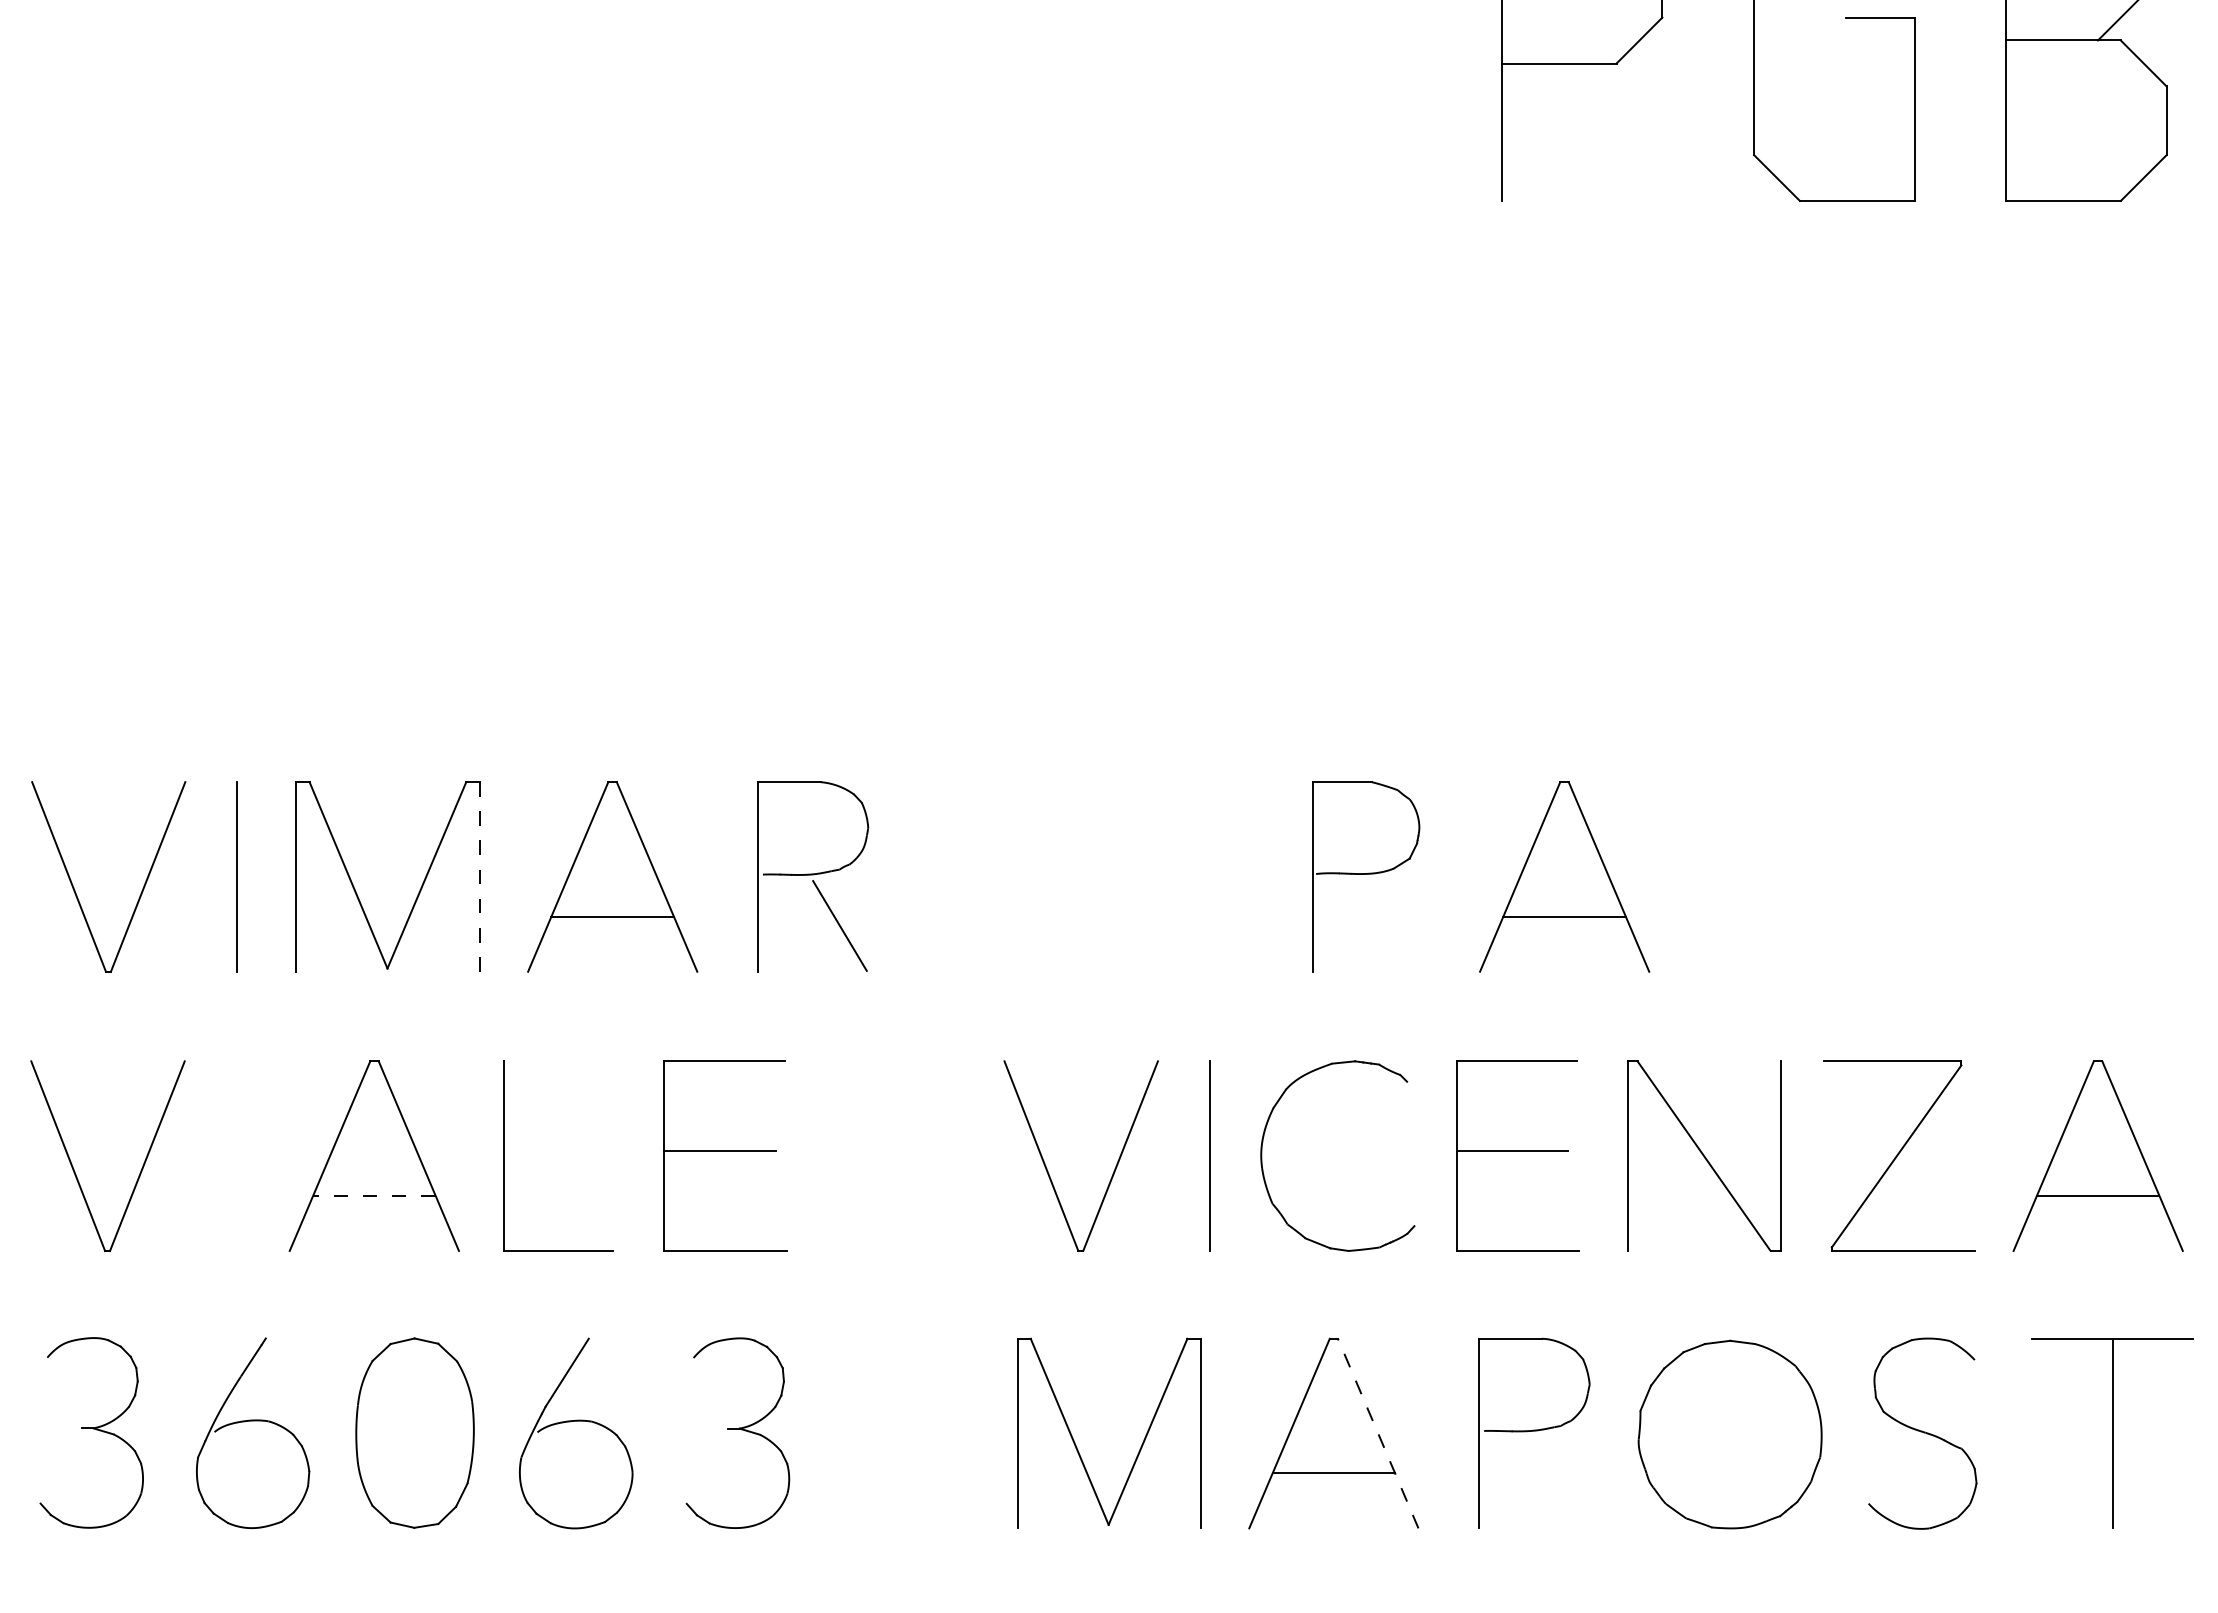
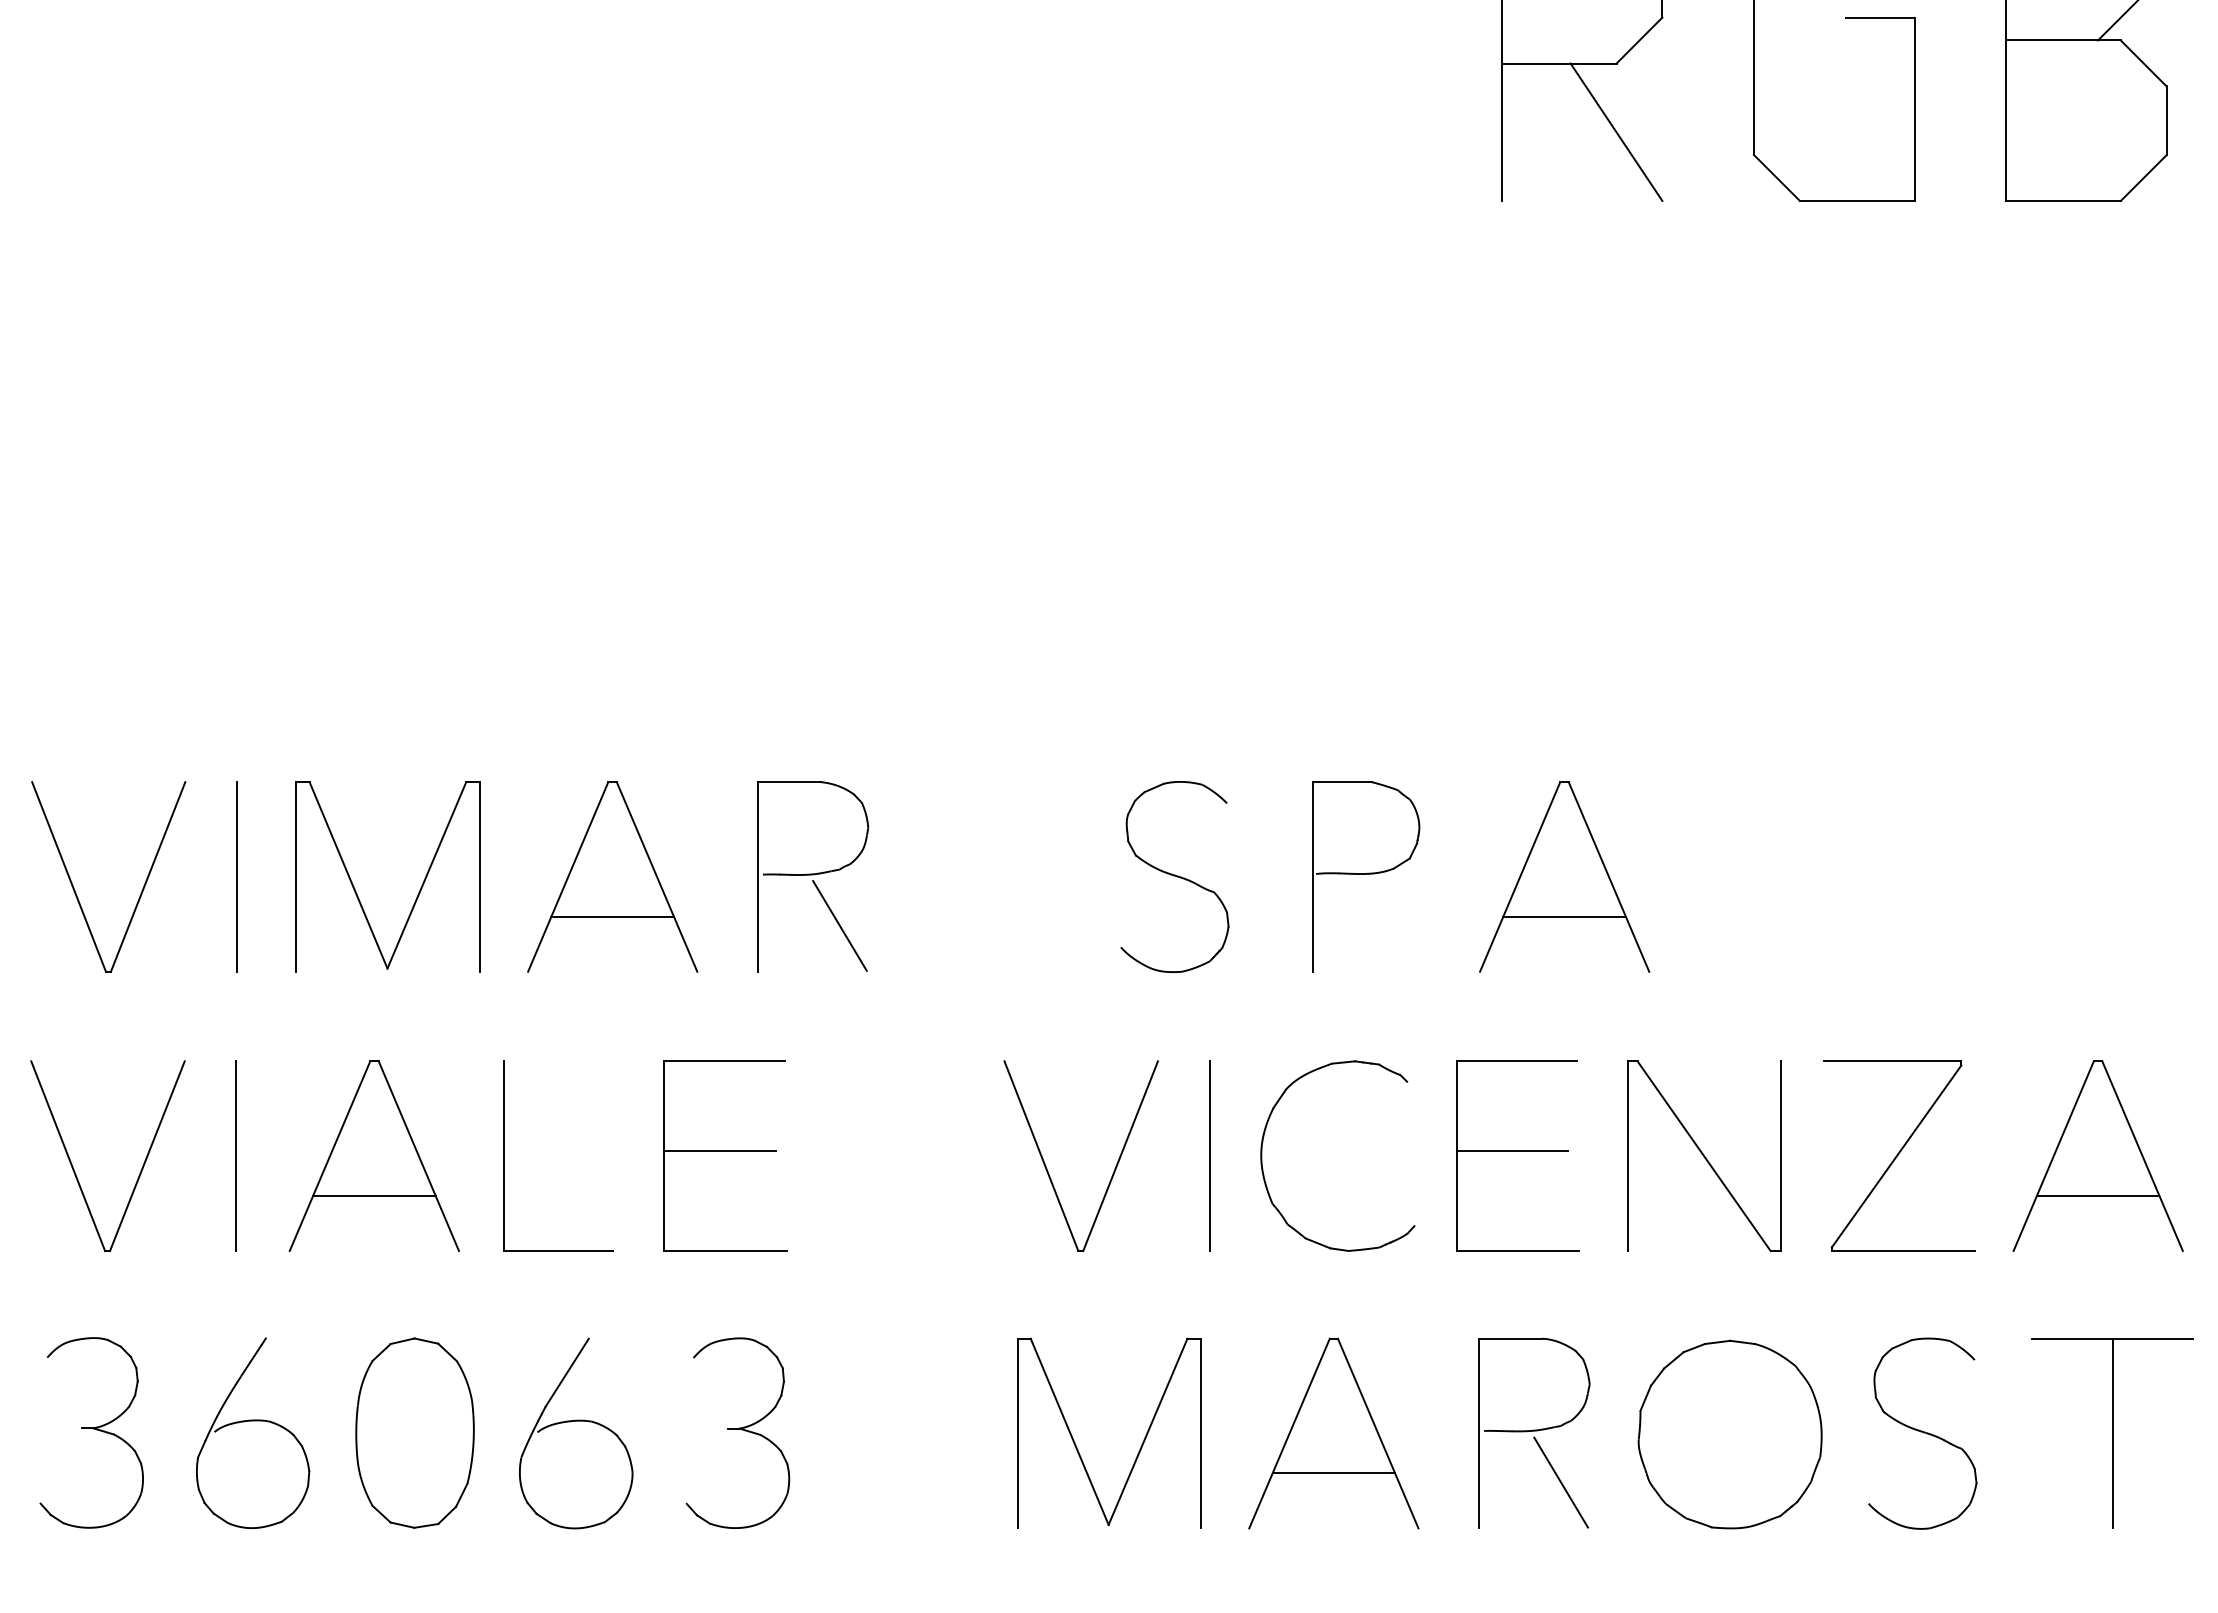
line at (1616, 131): none -> present
line at (480, 876): dashed -> solid
part at (1174, 876): none -> present
line at (236, 1155): none -> present
line at (373, 1195): dashed -> solid
line at (1378, 1433): dashed -> solid
line at (1560, 1482): none -> present
